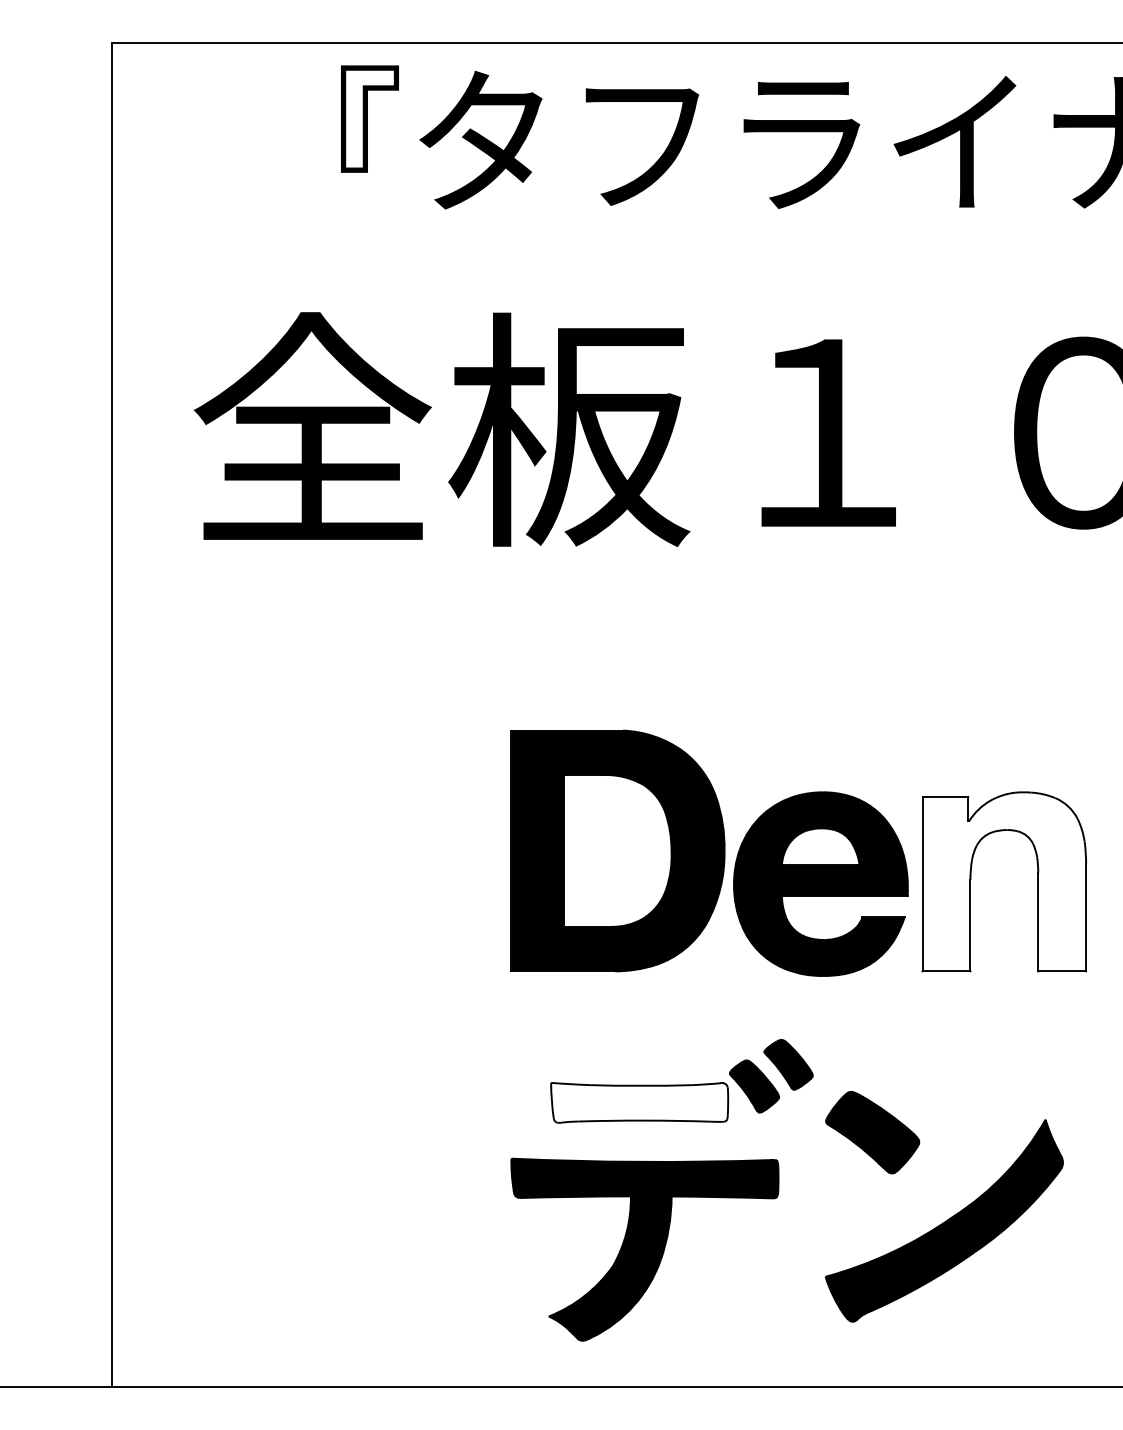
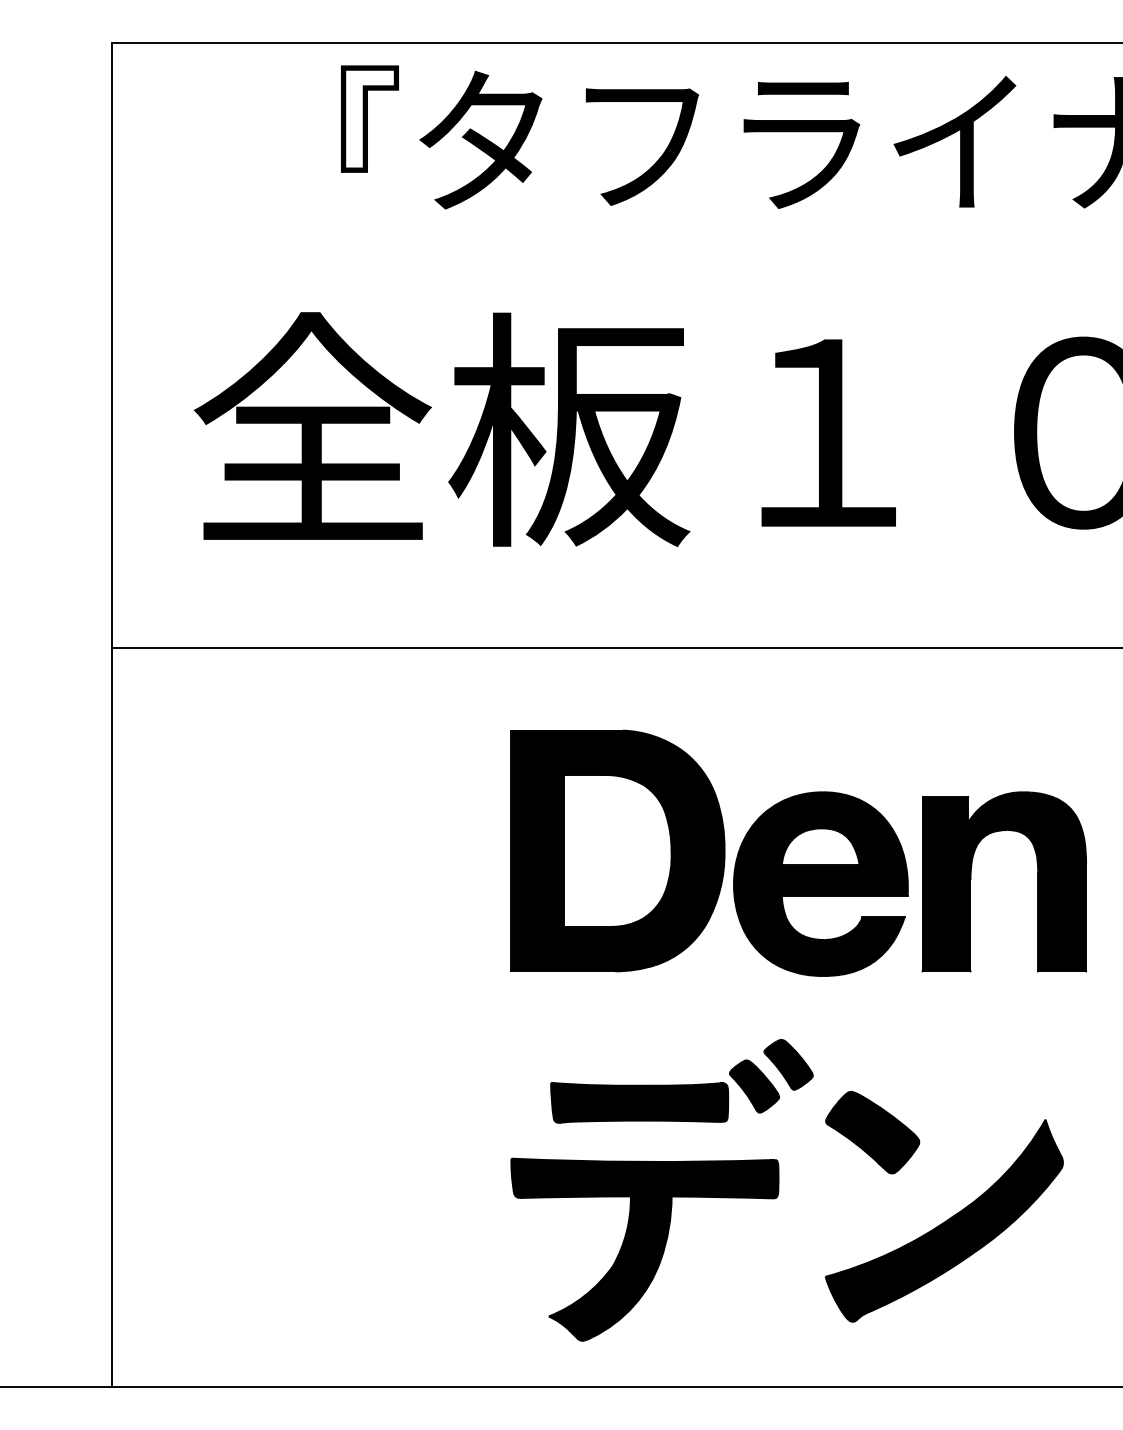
line at (615, 647): none -> present
fill at (1004, 881): none -> present
fill at (639, 1102): none -> present
